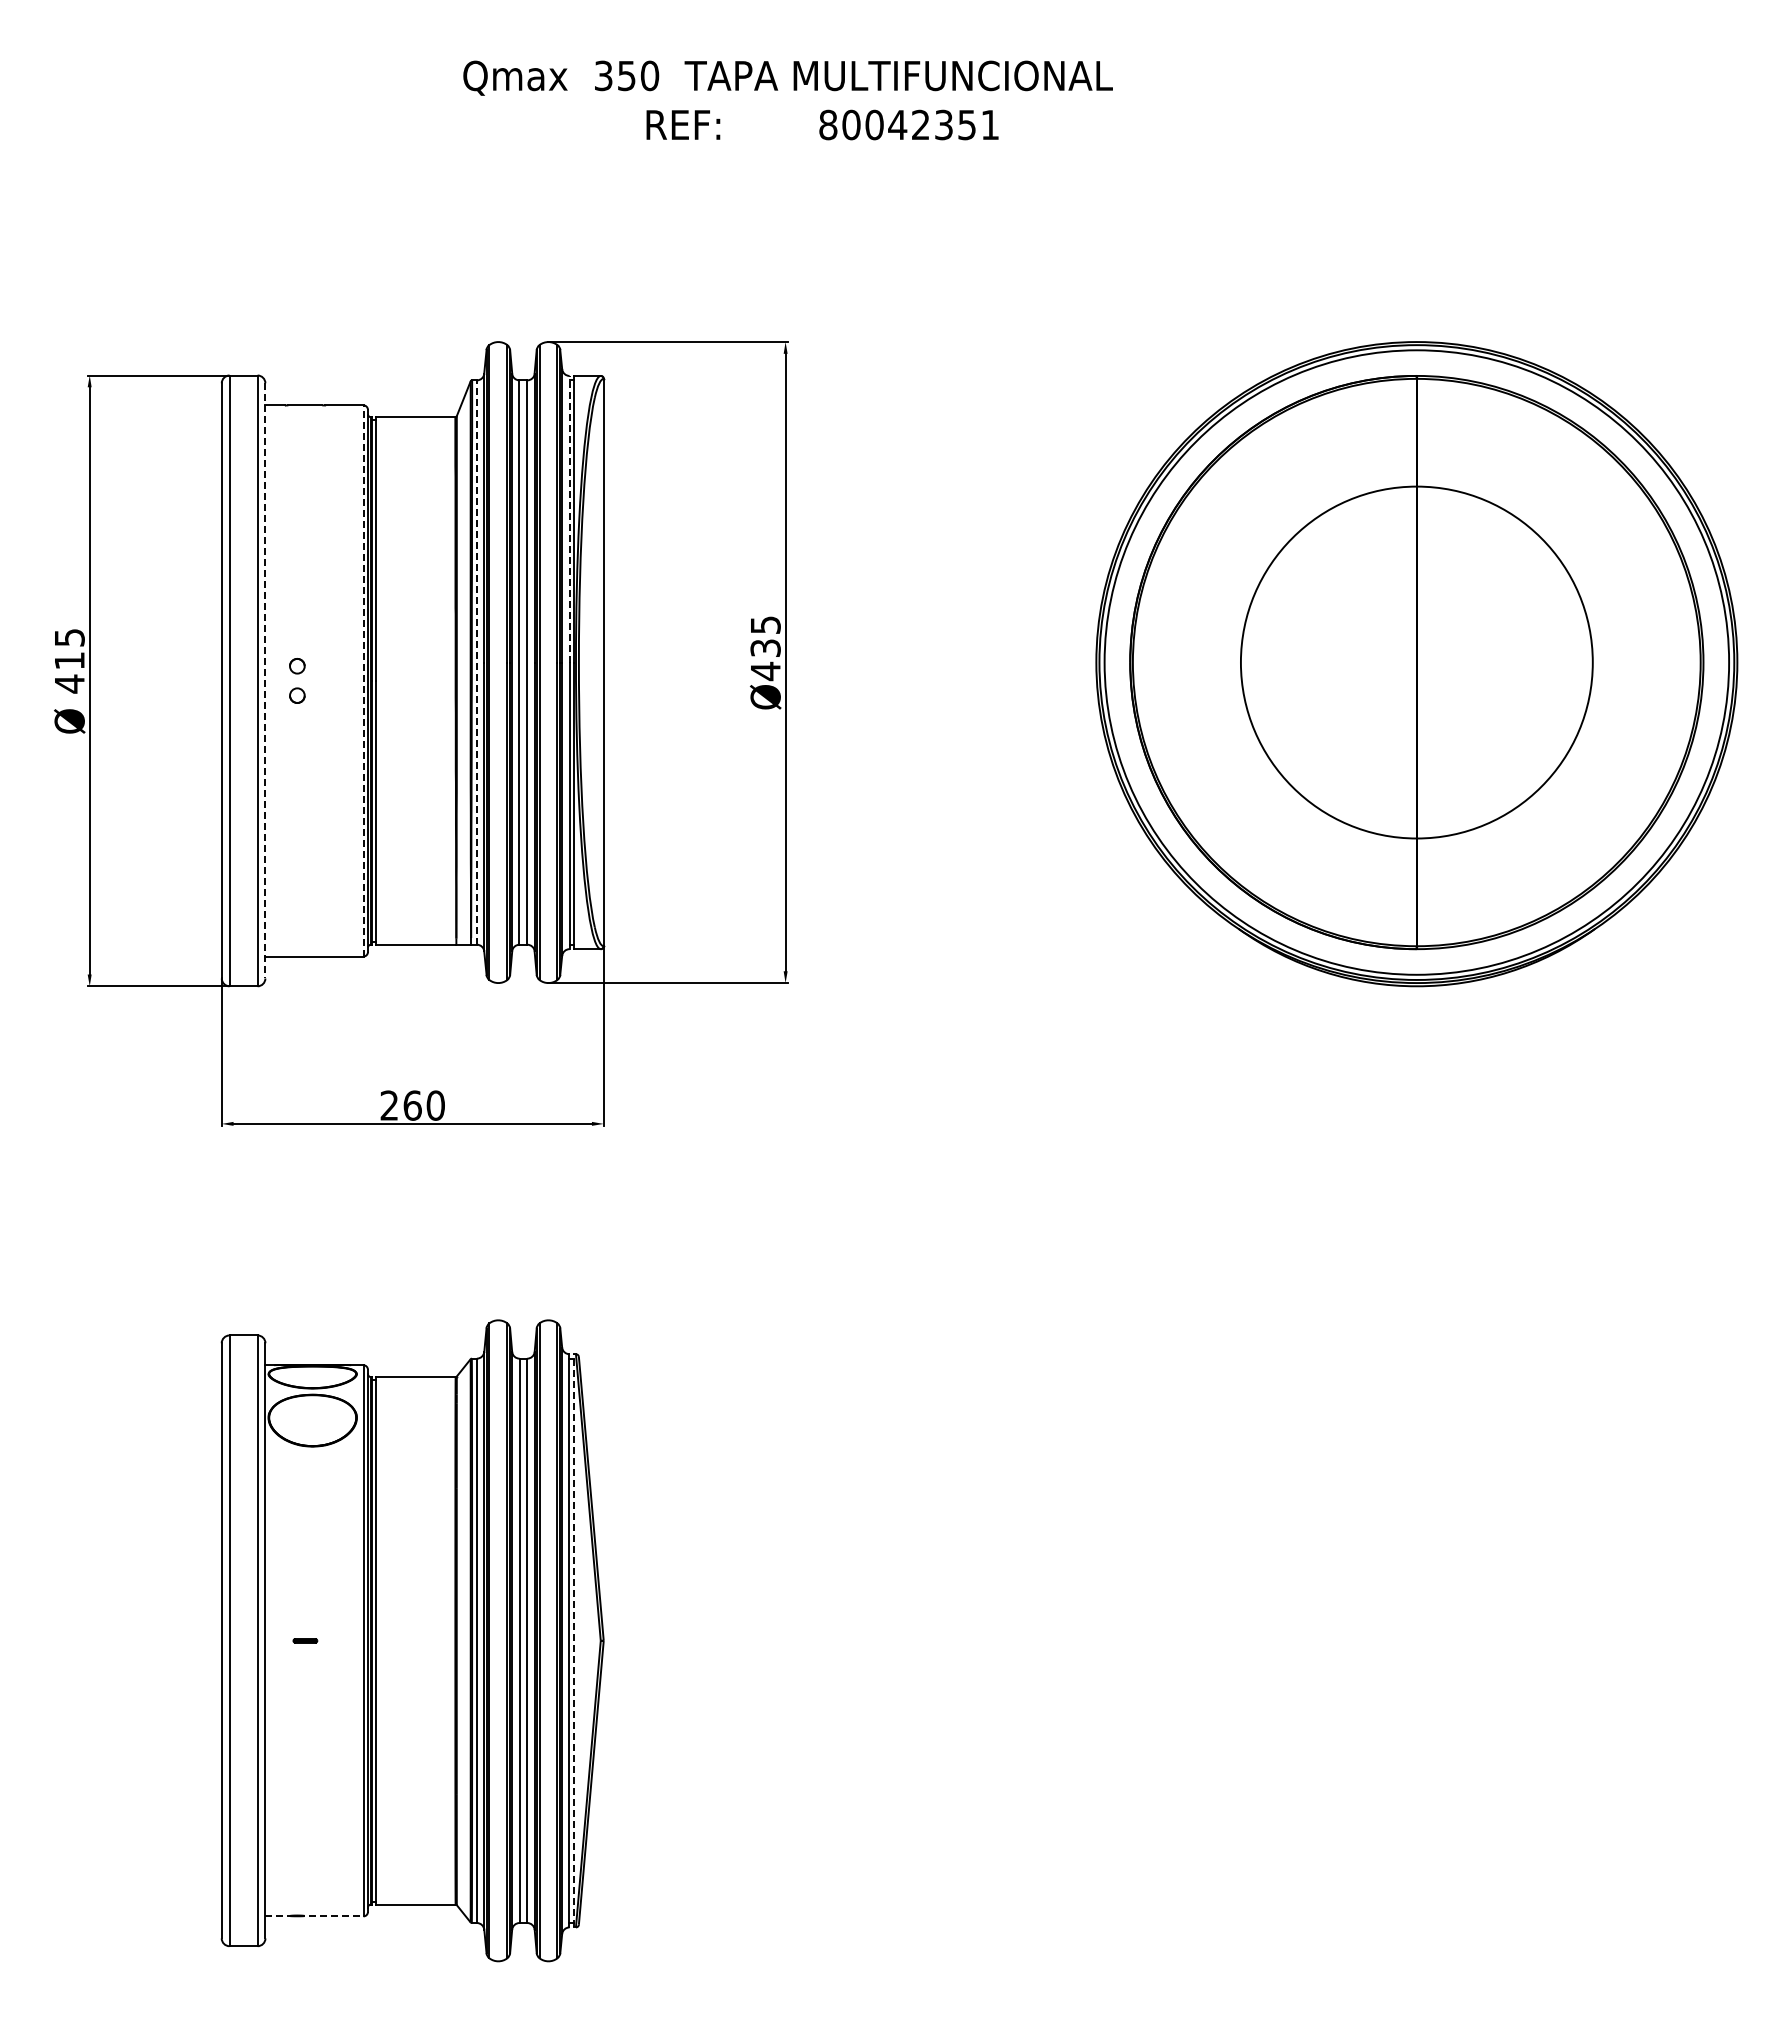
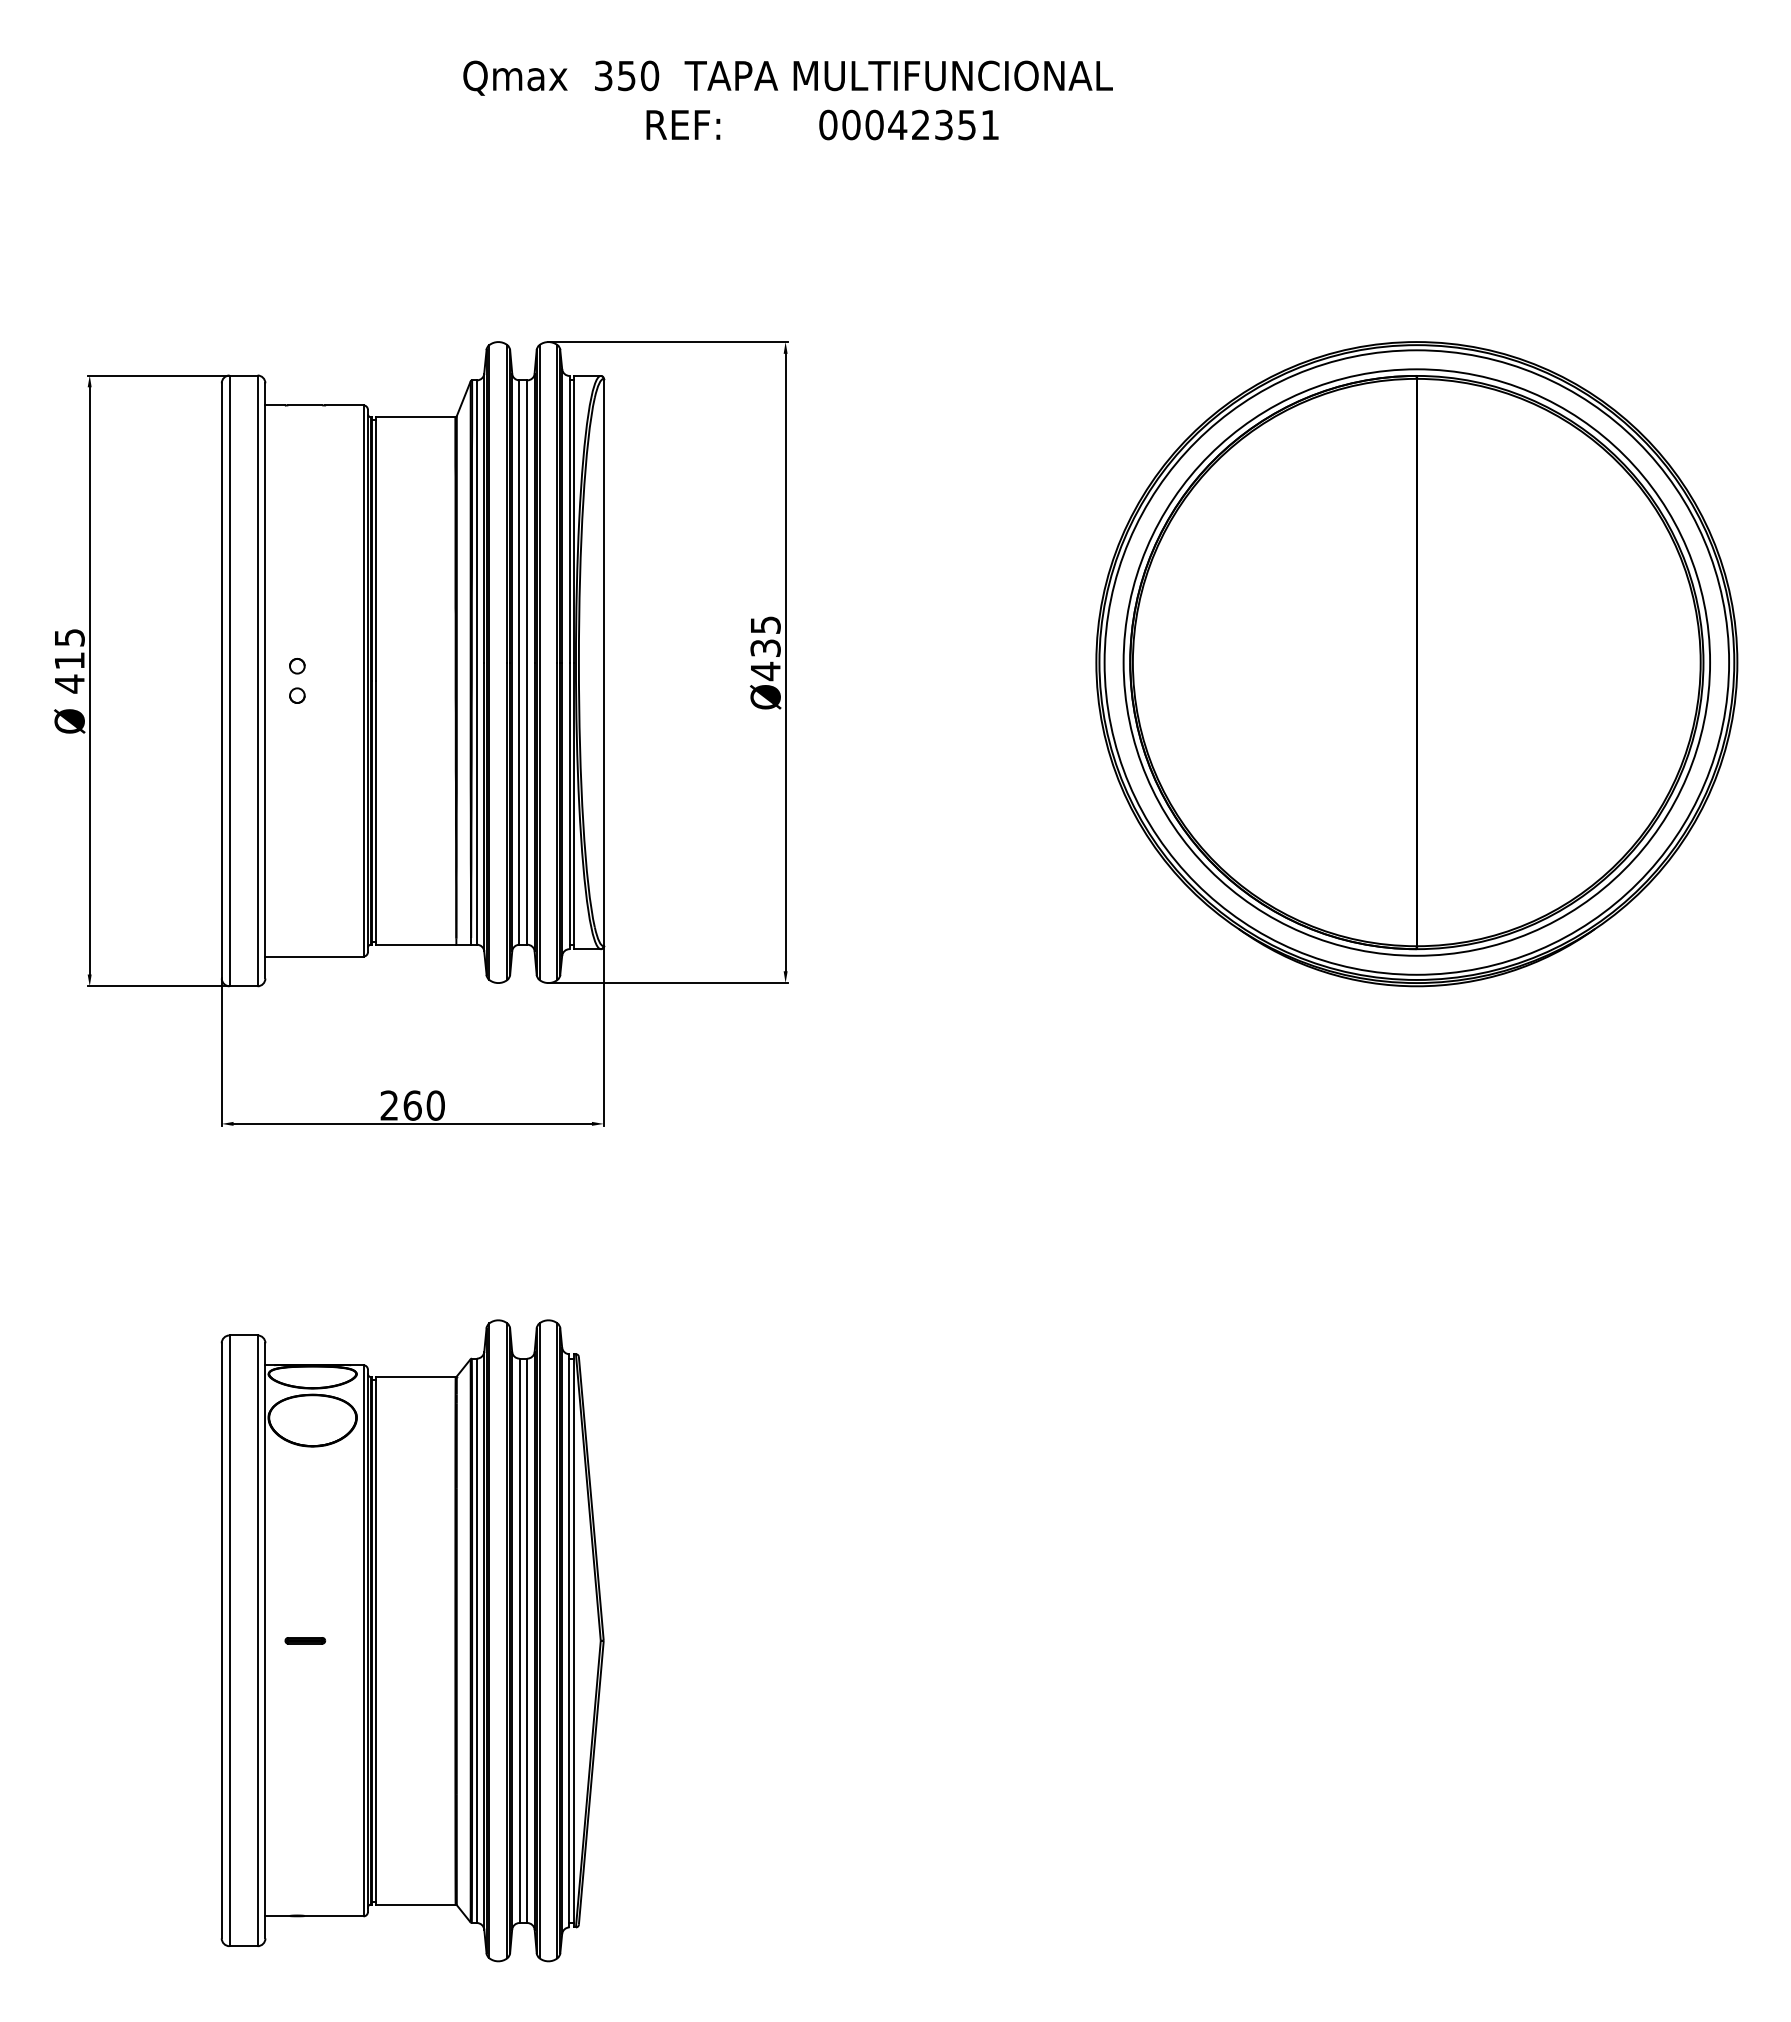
text at (828, 125): REF:^I80042351 -> REF:^I00042351
line at (569, 518): dashed -> solid
line at (477, 662): dashed -> solid
circle at (1416, 662) diameter: 352 px -> 586 px
line at (265, 680): dashed -> solid
line at (363, 680): dashed -> solid
part at (305, 1640) size: 27x6 px -> 43x8 px
line at (573, 1640): dashed -> solid
line at (315, 1916): dashed -> solid
